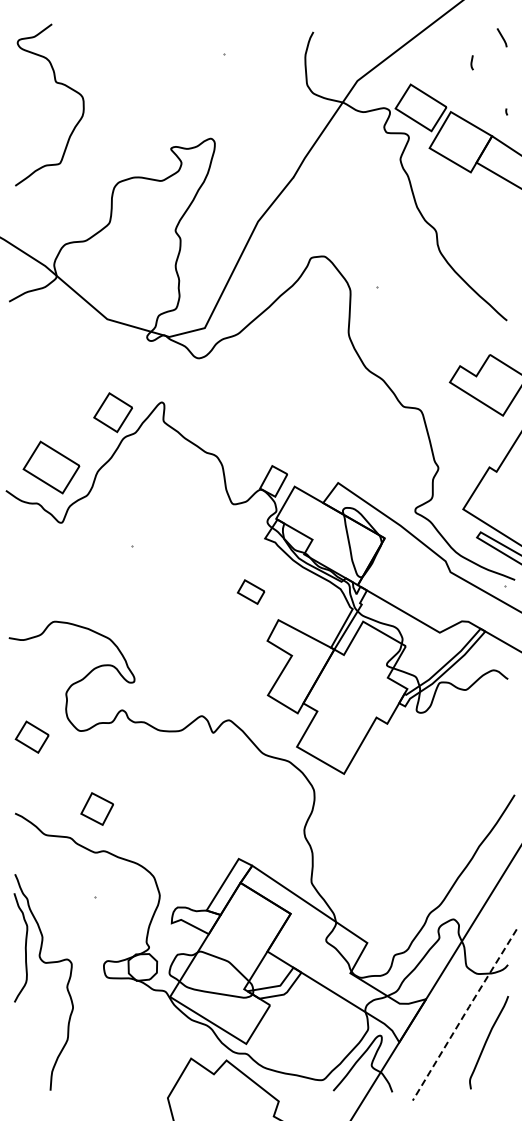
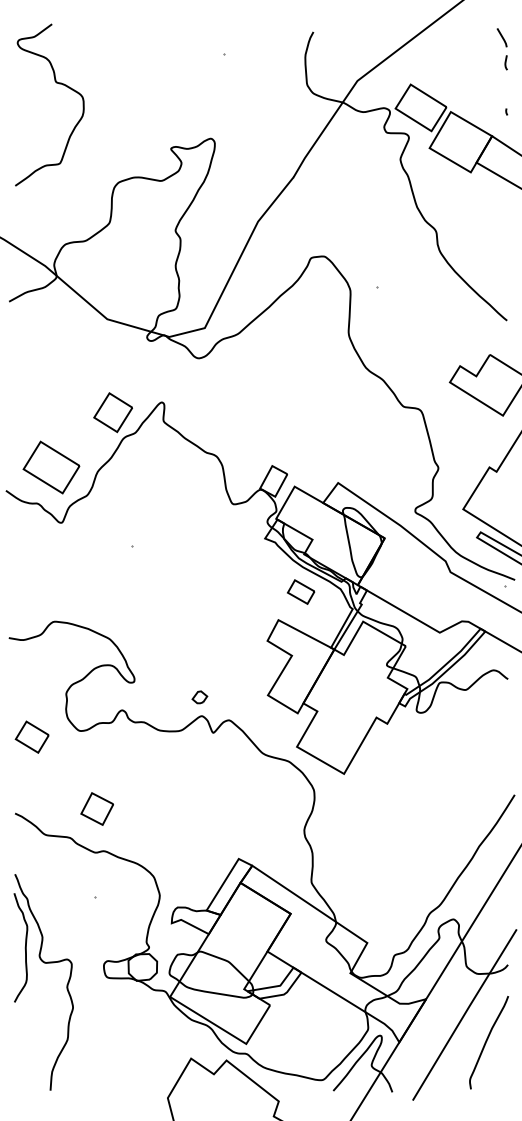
curve at (471, 62) position: (471, 62) -> (505, 62)
part at (251, 591) position: (251, 591) -> (301, 591)
part at (199, 697): none -> present
line at (464, 1014): dashed -> solid
